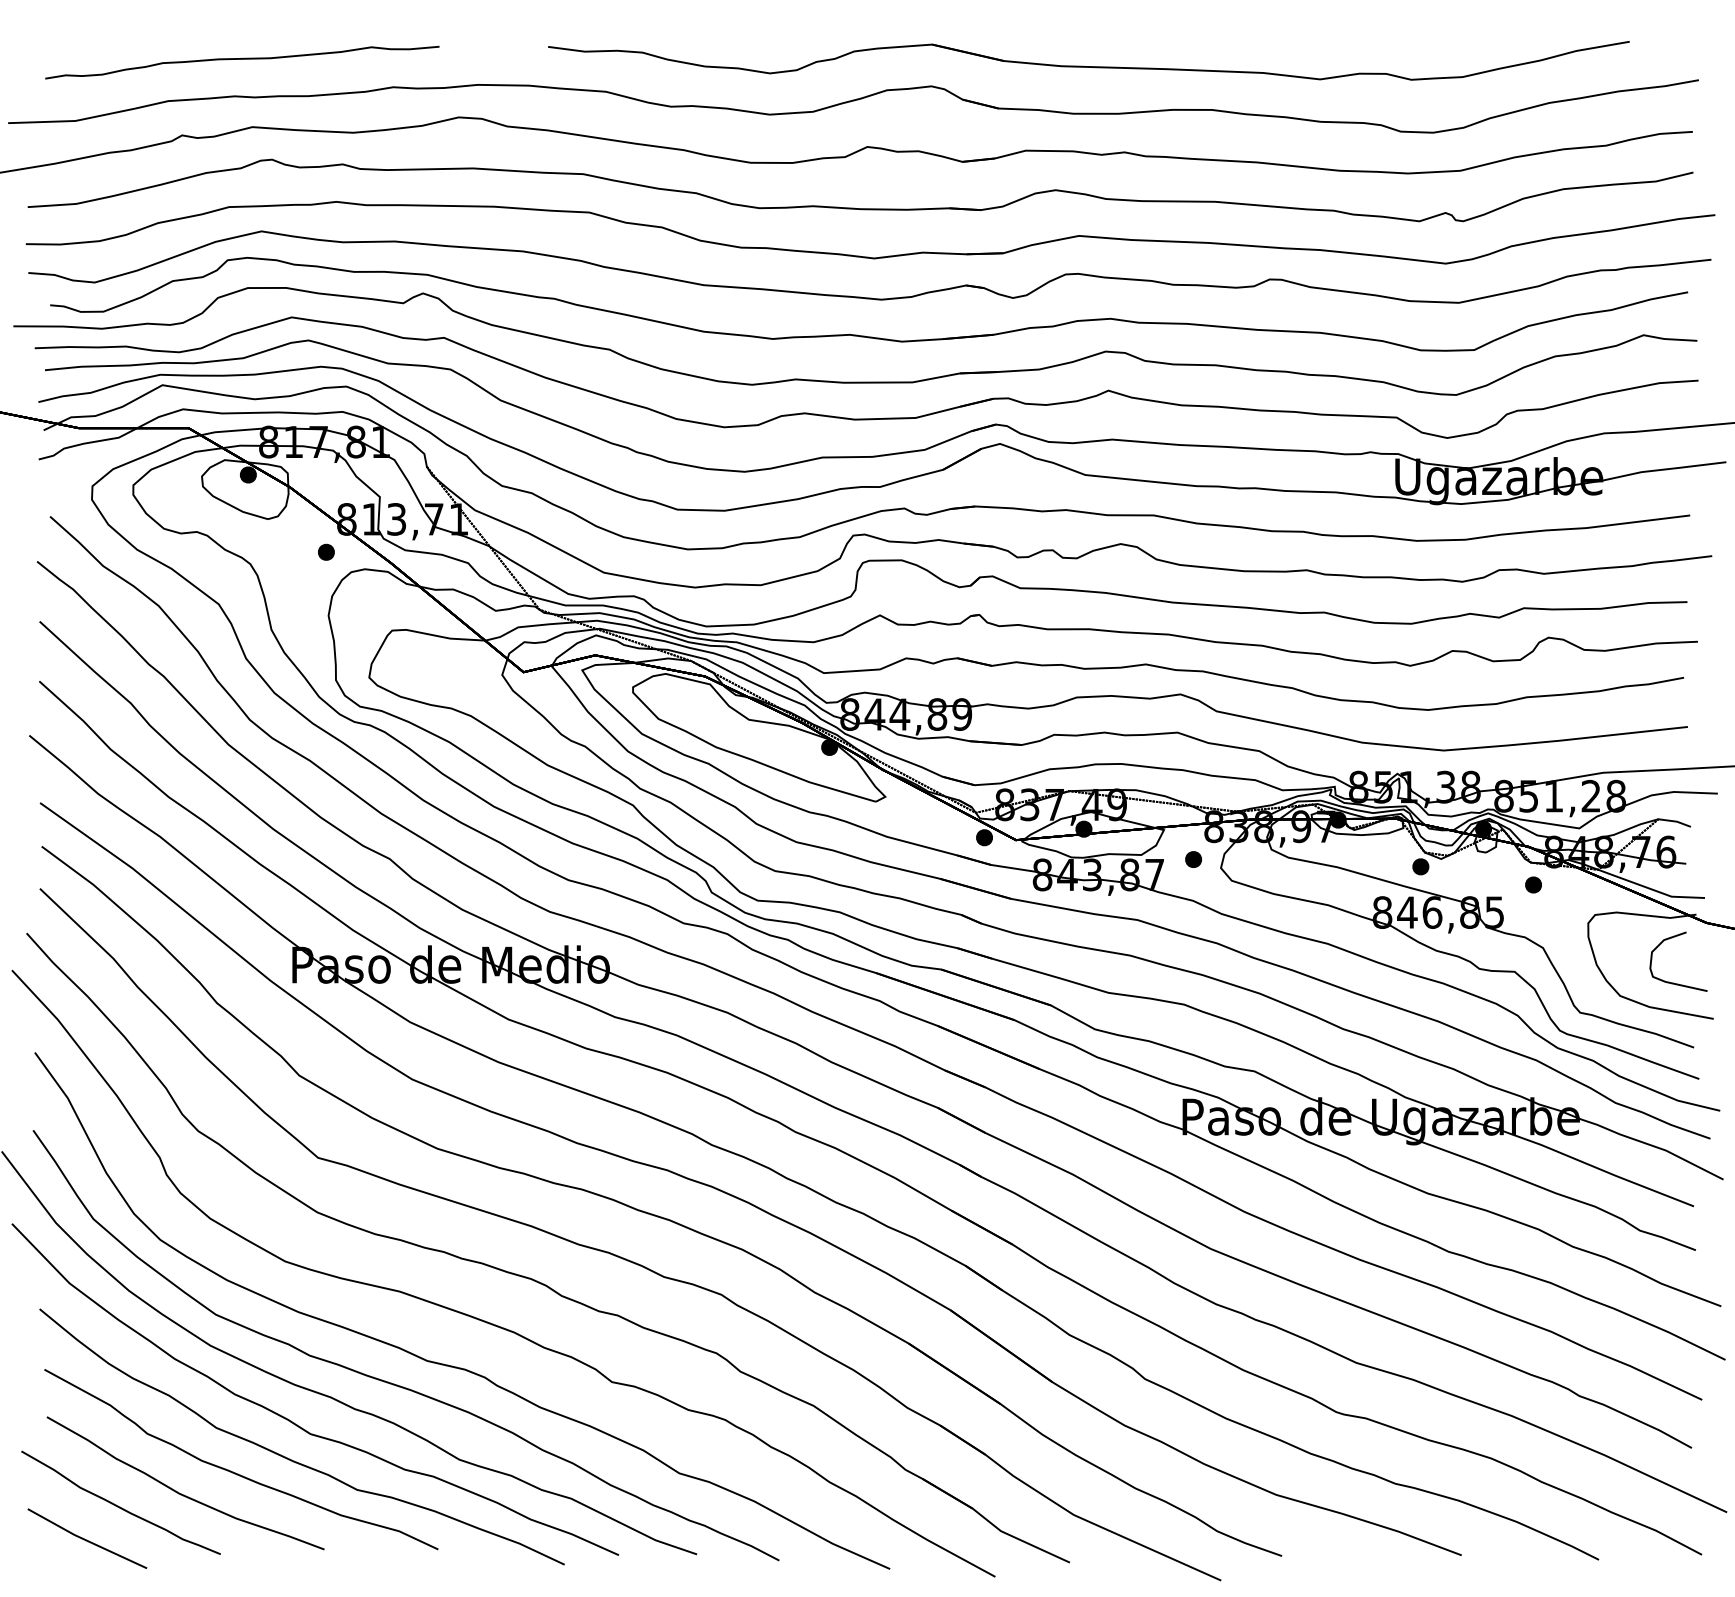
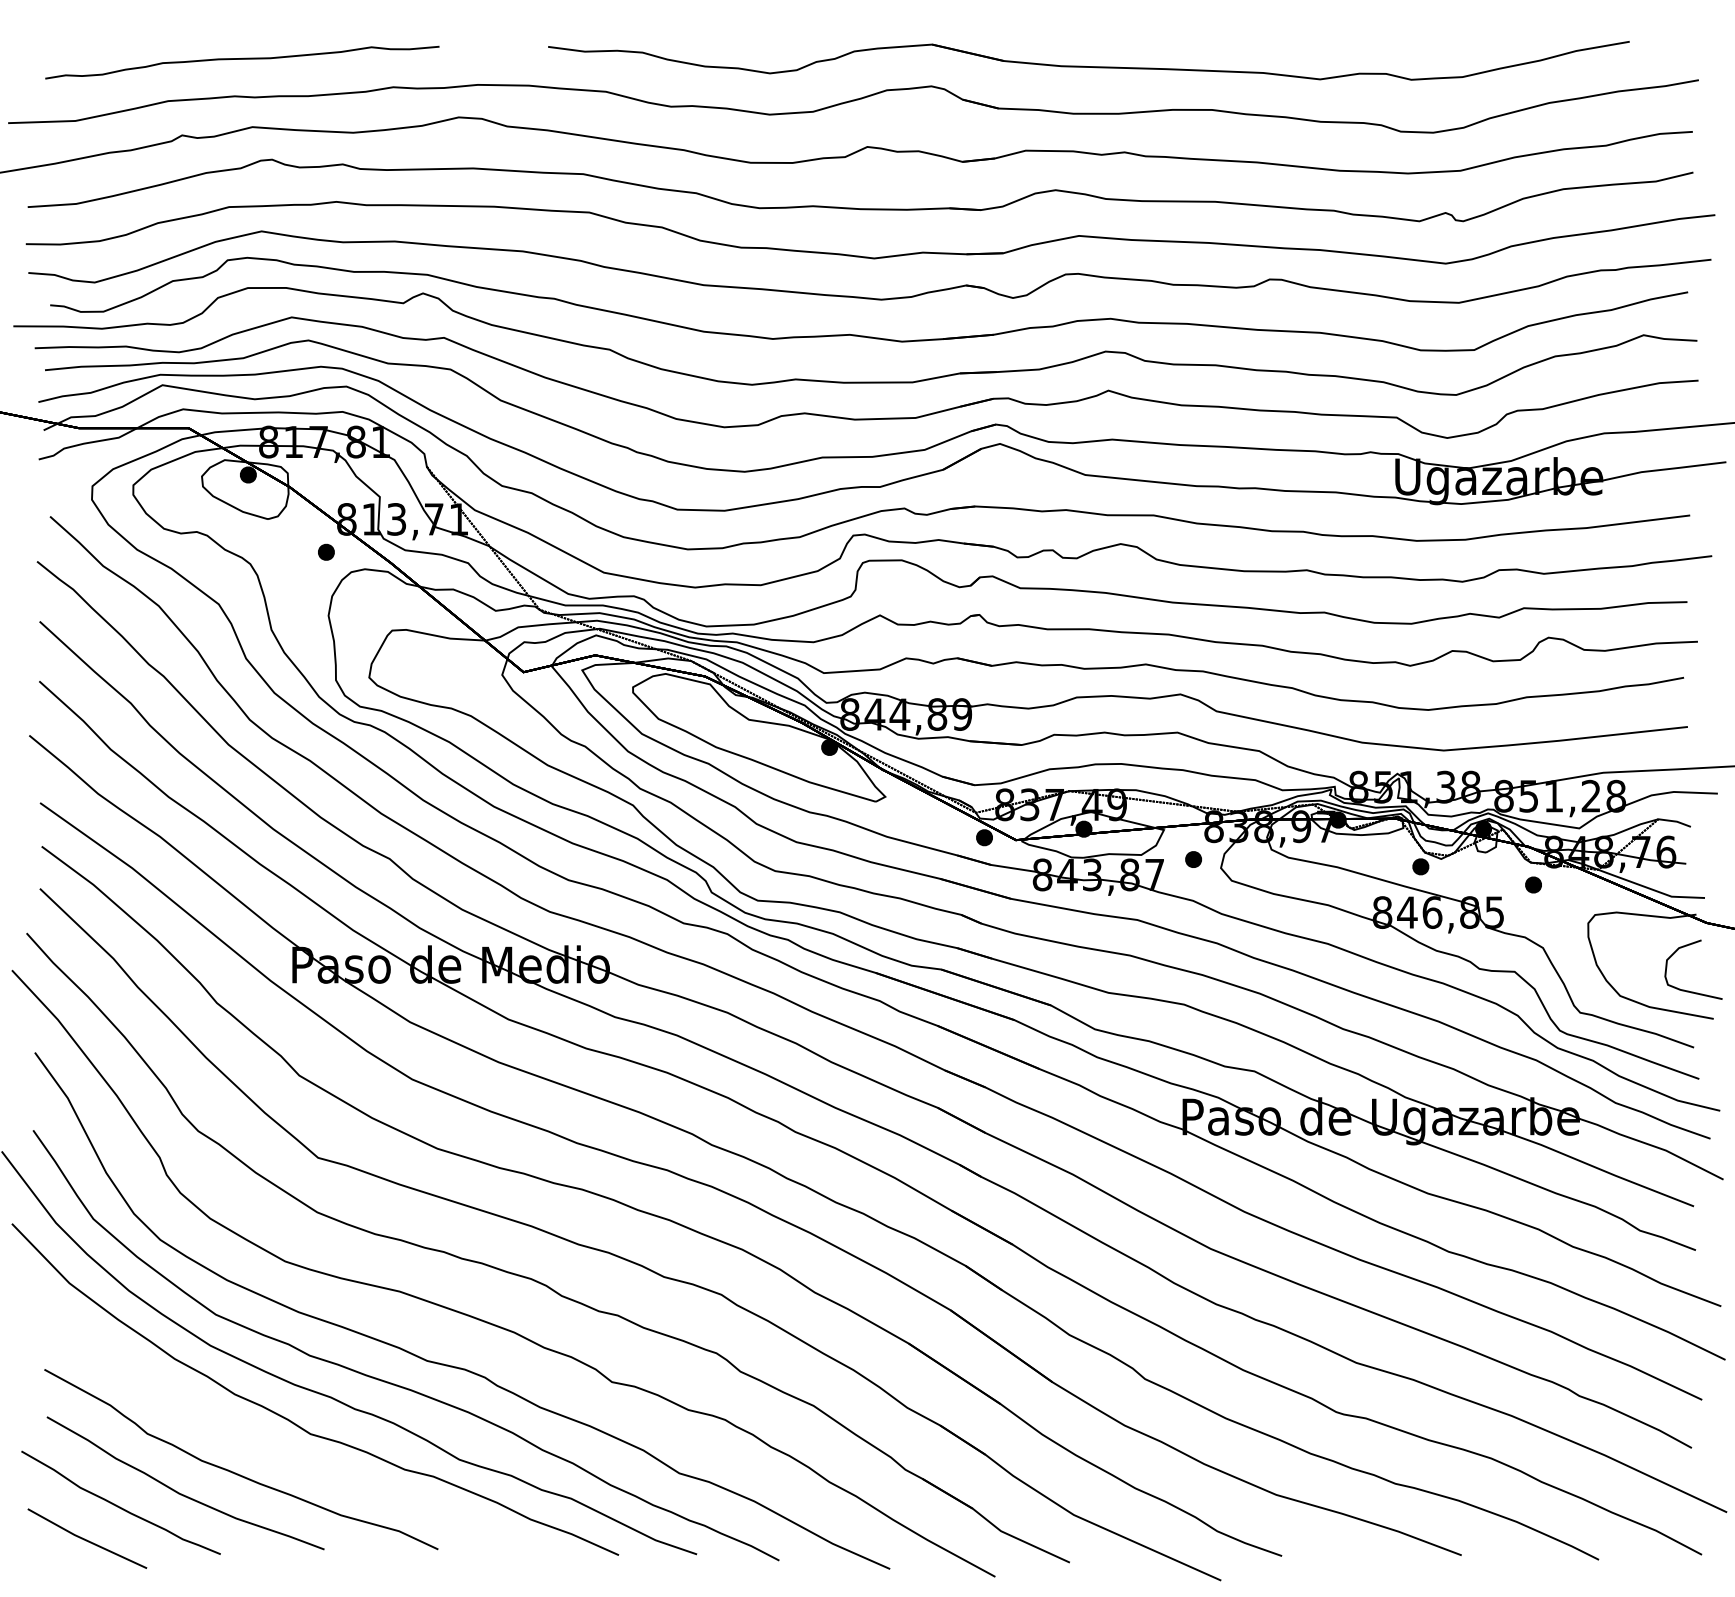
part at (1673, 982) position: (1673, 982) -> (1688, 990)
part at (292, 1459): present -> none
